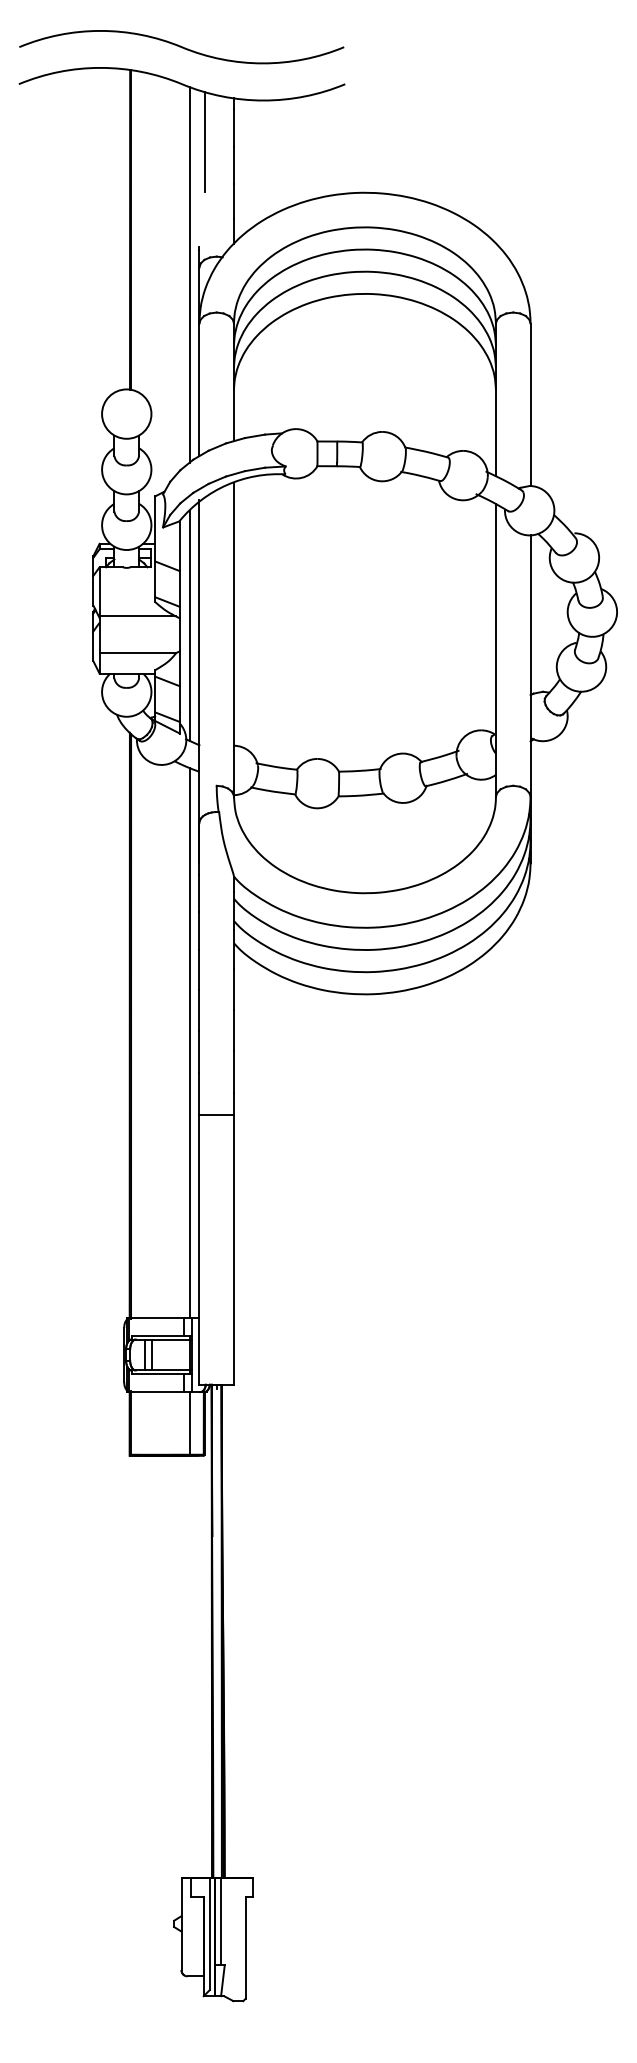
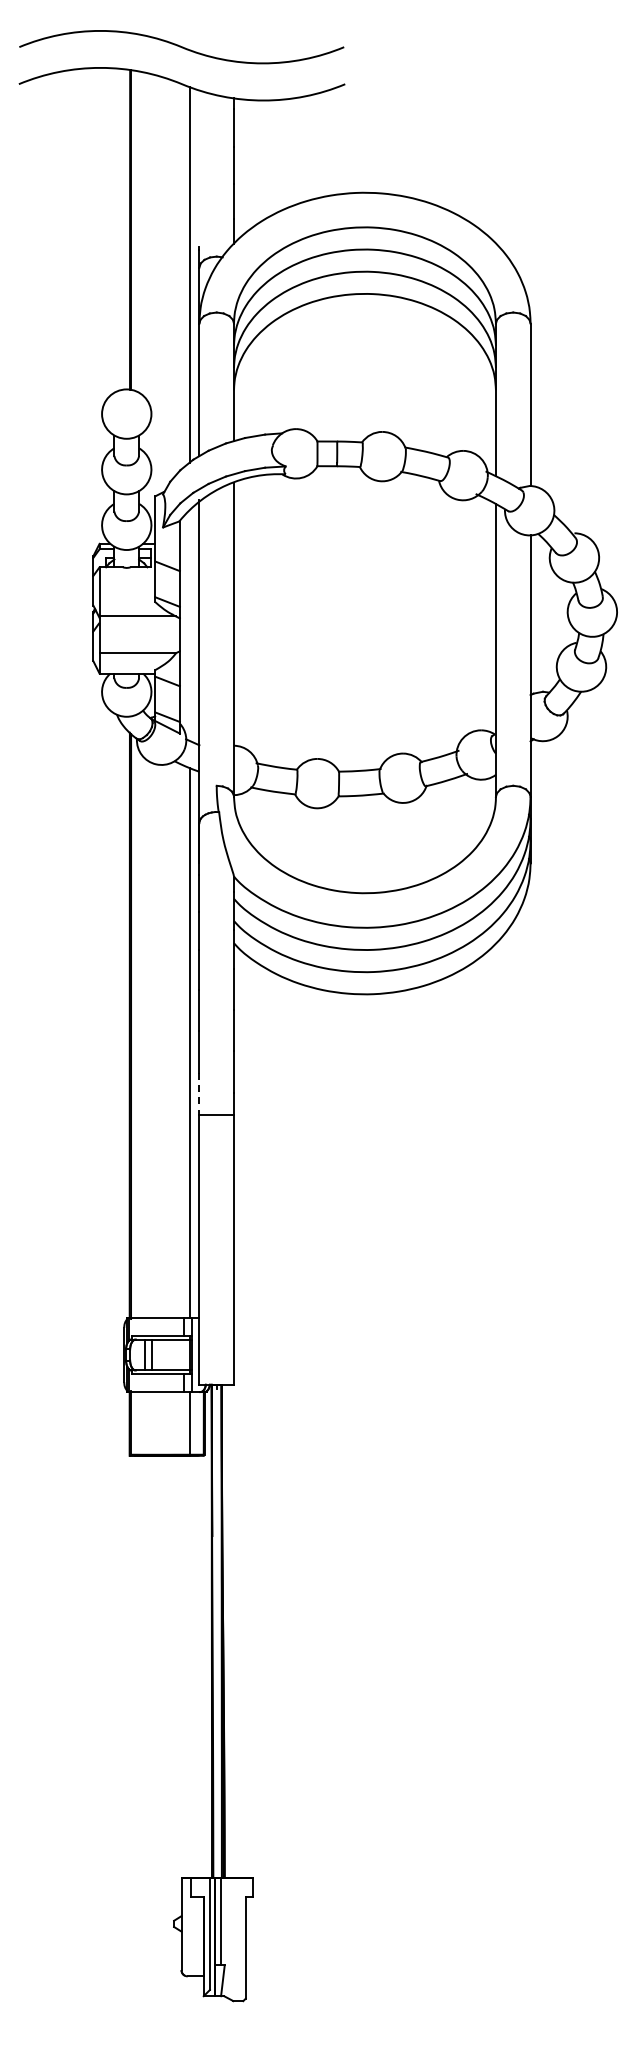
line at (205, 142): present -> none
line at (189, 625): present -> none
line at (199, 1094): solid -> dashed
